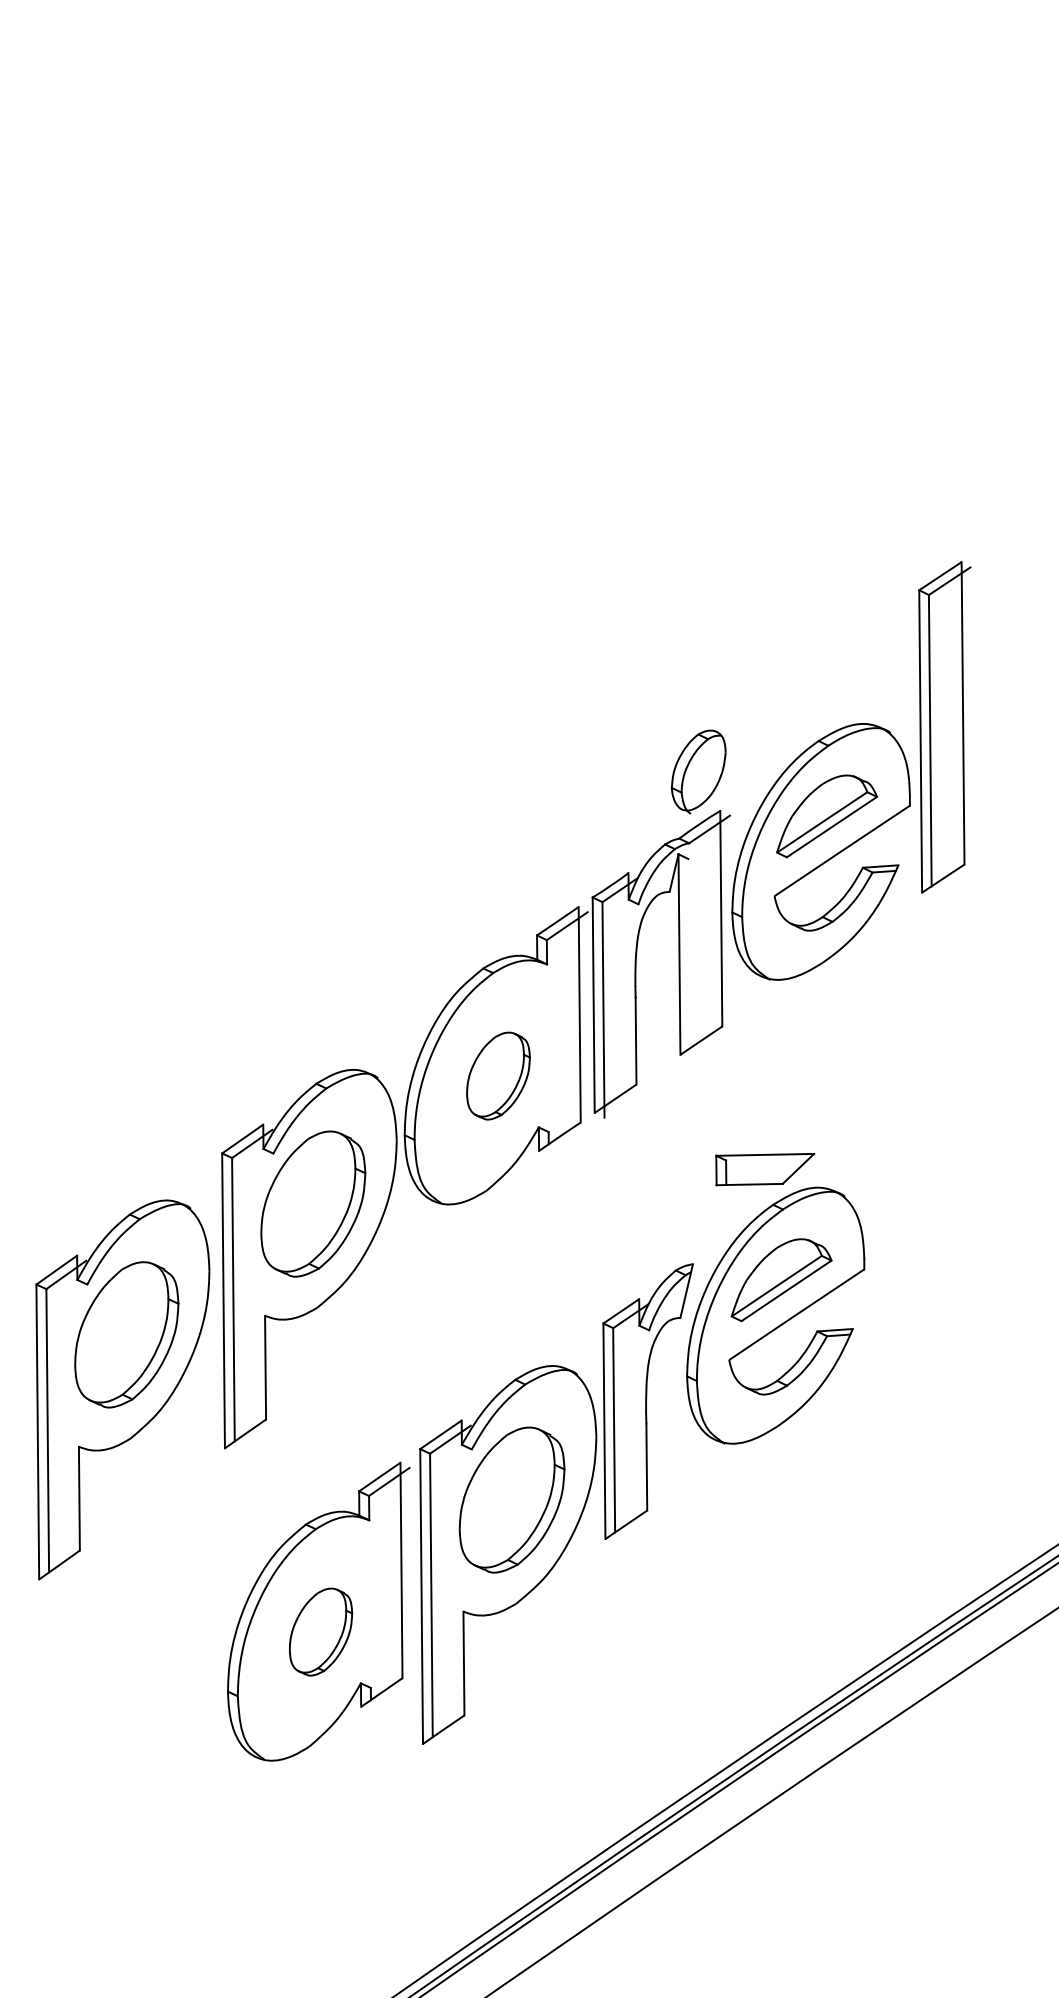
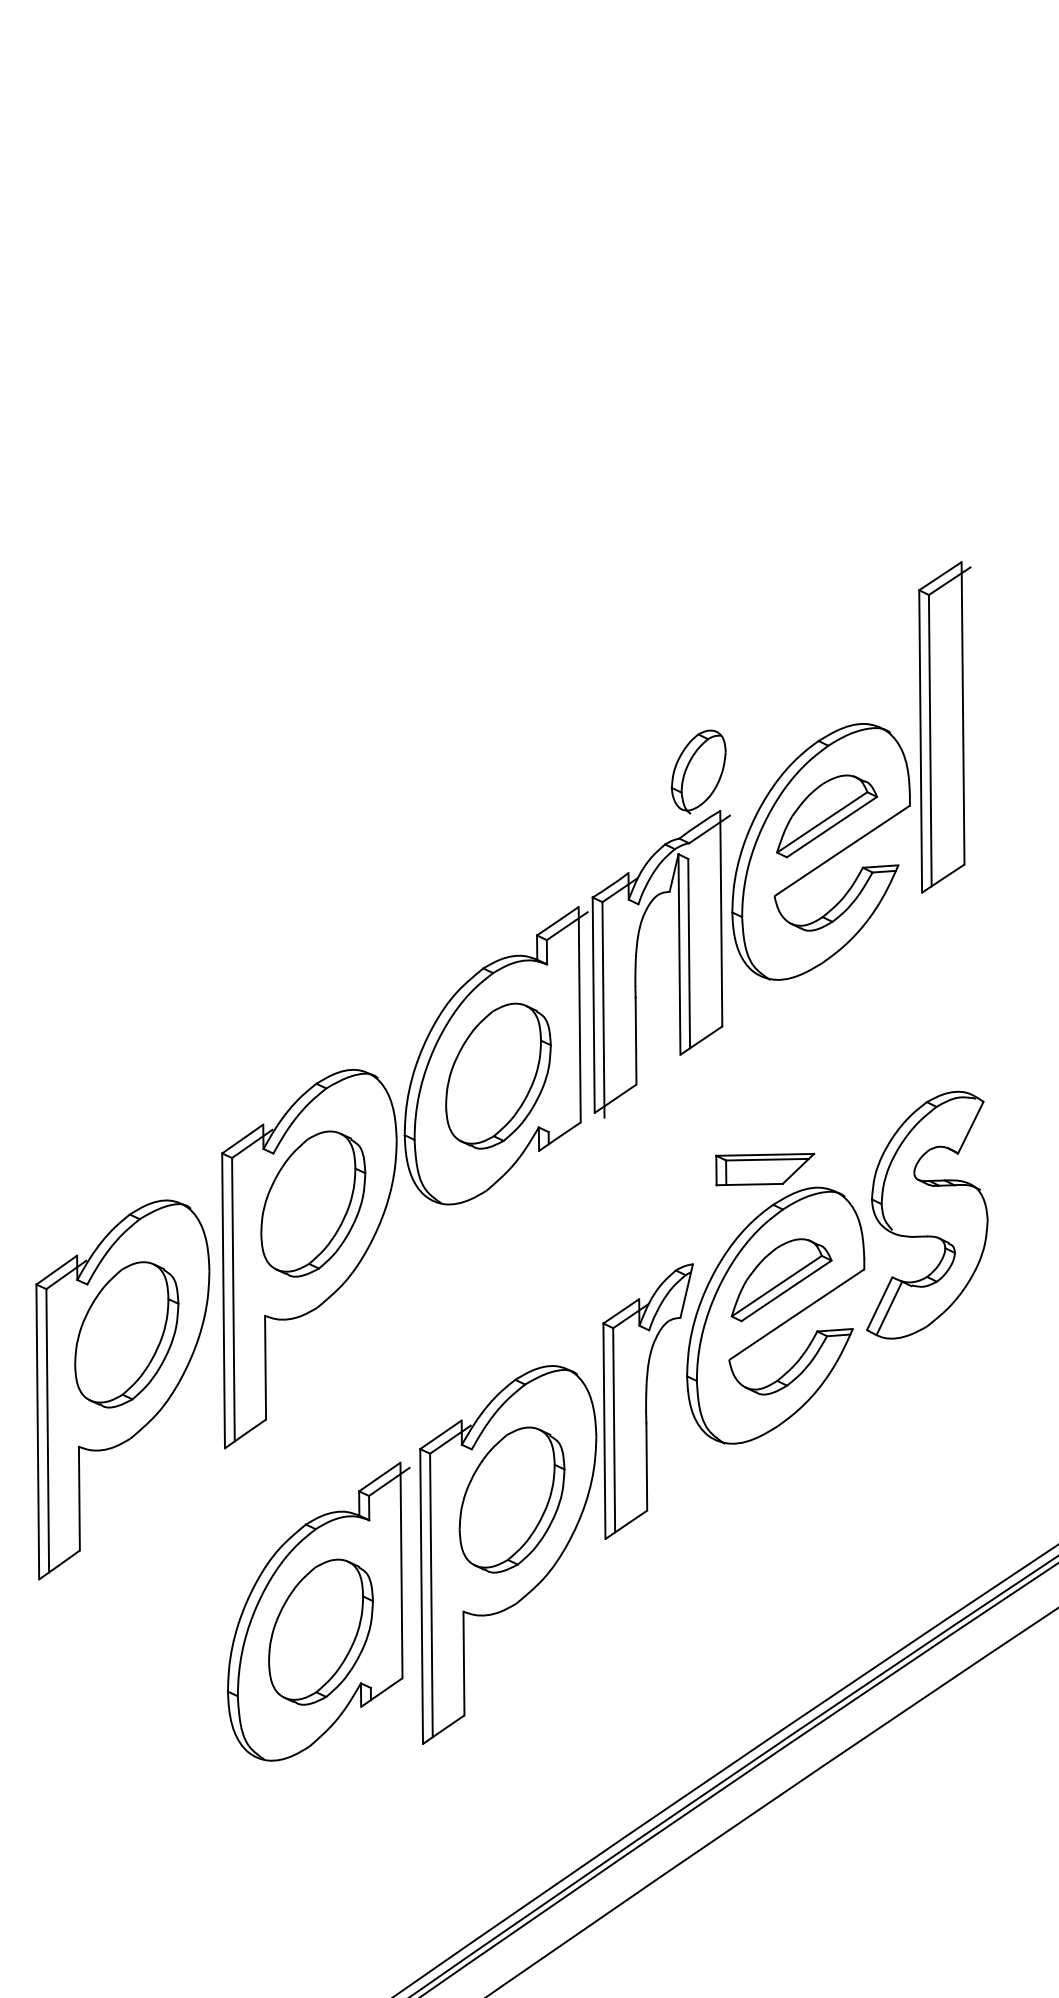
line at (689, 953): none -> present
part at (498, 1075) size: 65x90 px -> 107x148 px
line at (767, 1159): none -> present
part at (927, 1214): none -> present
part at (320, 1631) size: 66x90 px -> 106x148 px
